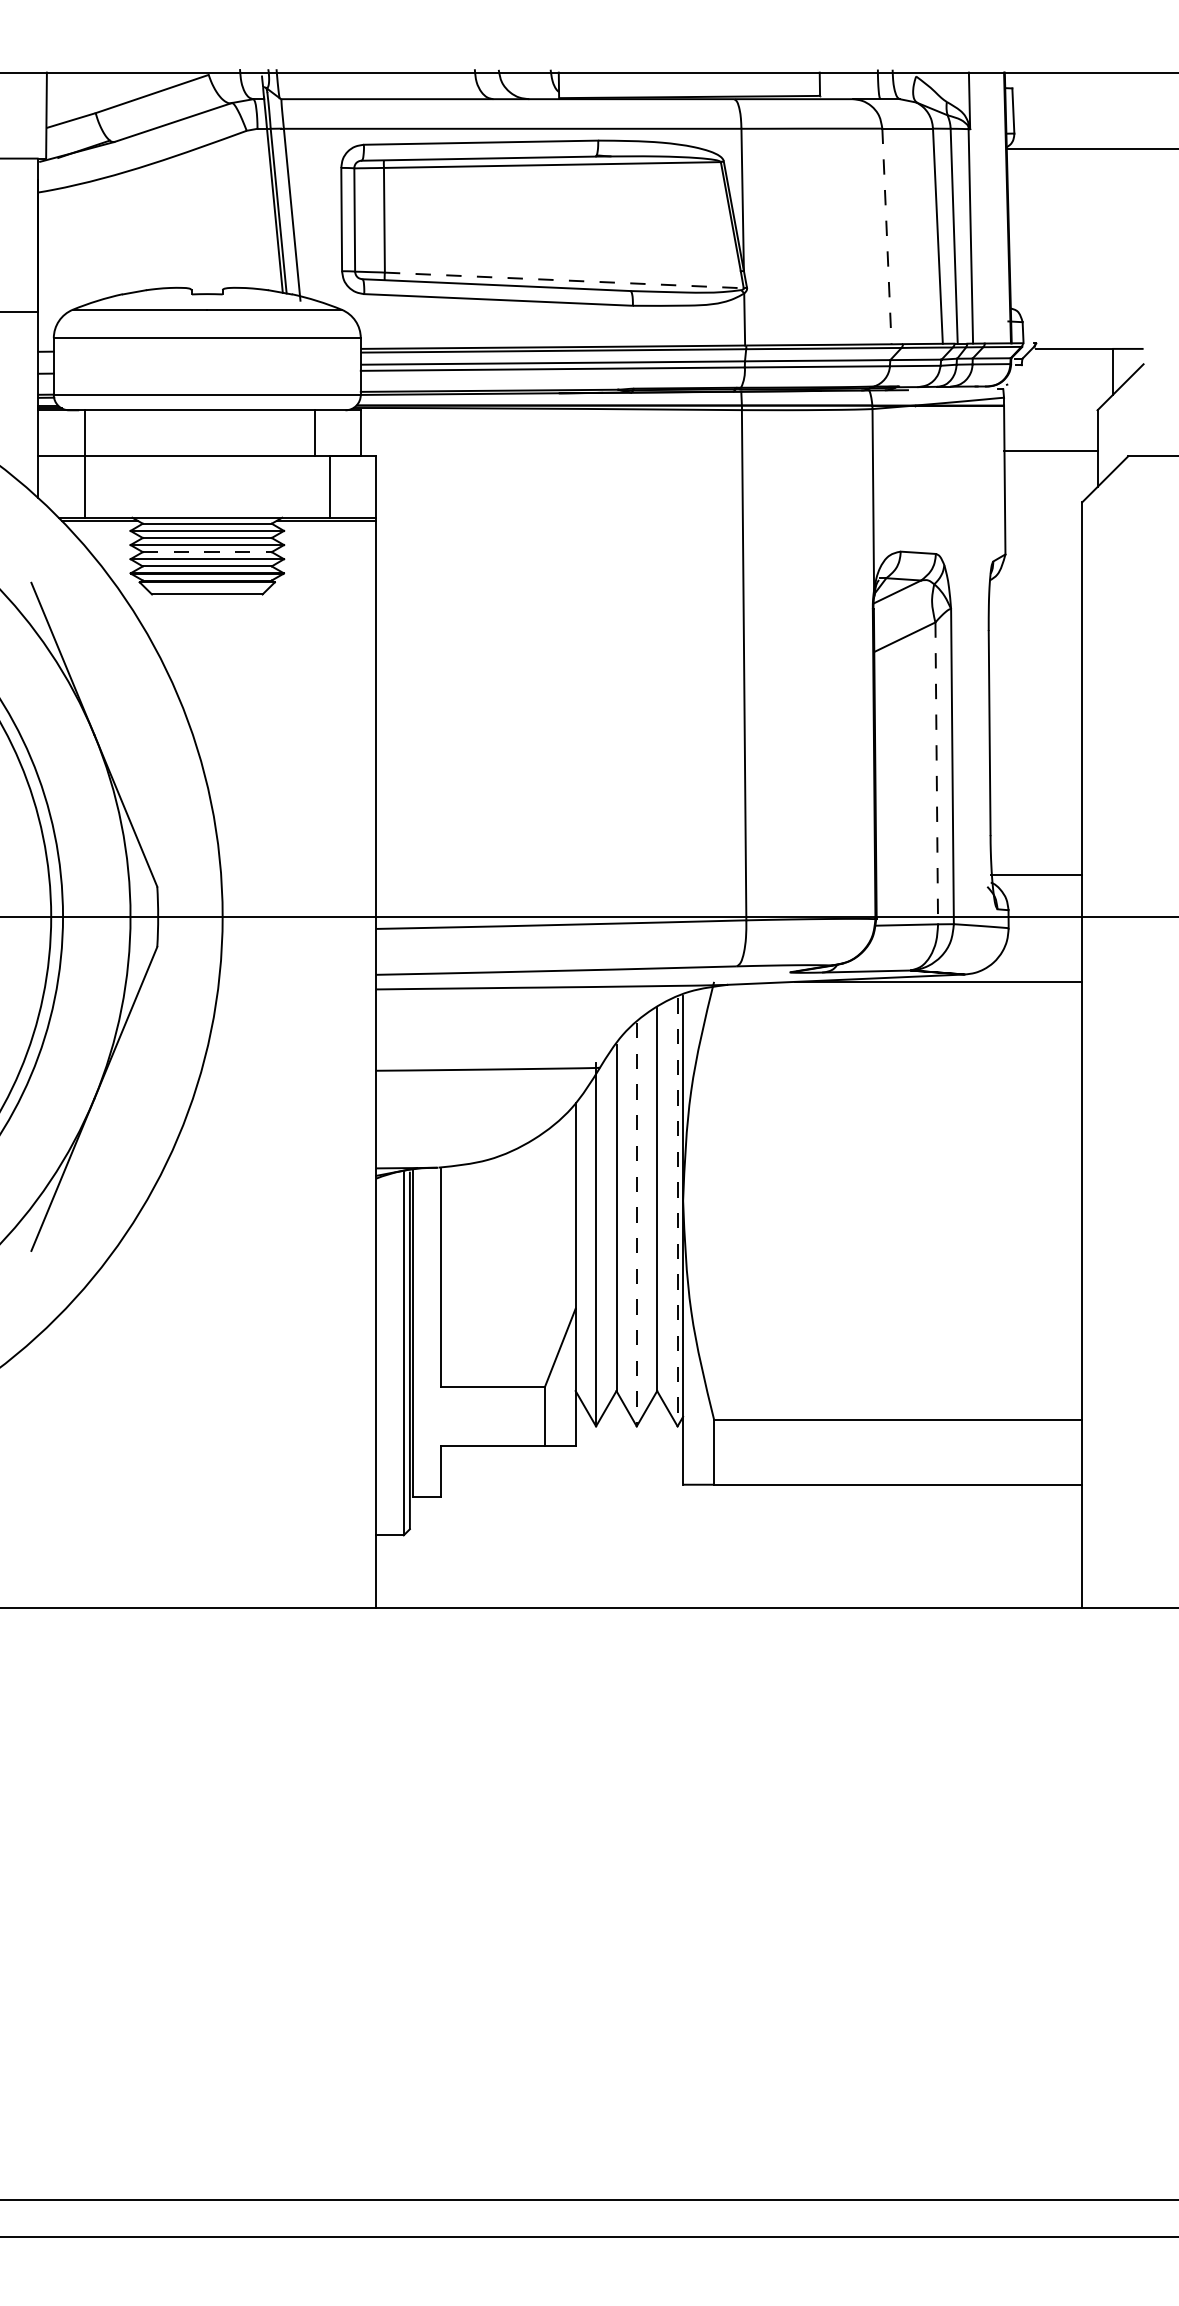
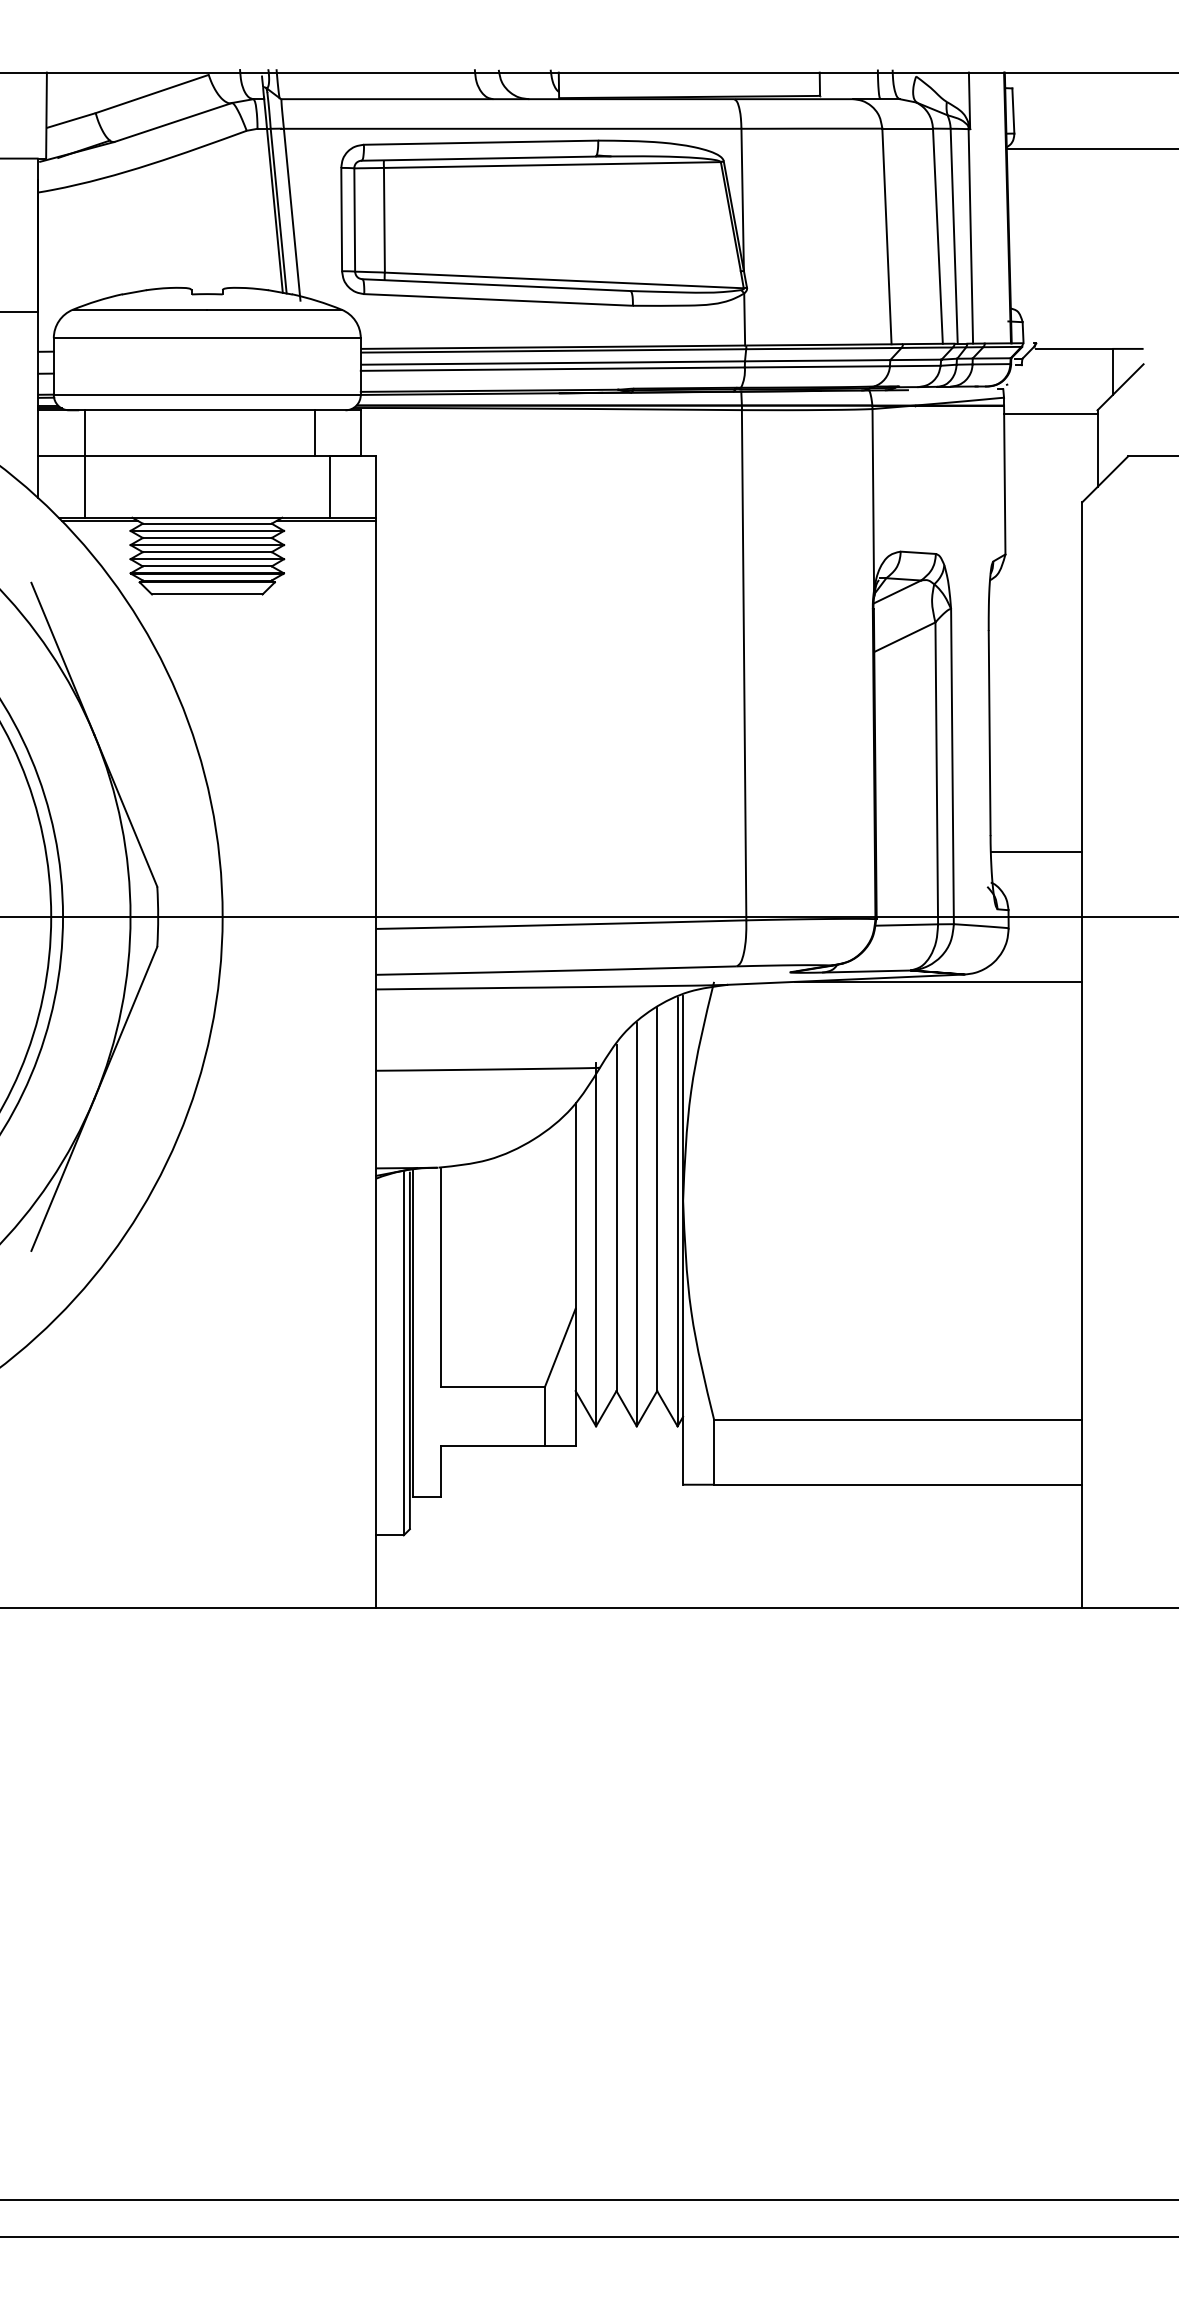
line at (886, 236): dashed -> solid
line at (564, 280): dashed -> solid
line at (1050, 450) position: (1050, 450) -> (1050, 413)
line at (207, 552): dashed -> solid
line at (936, 773): dashed -> solid
line at (1036, 874) position: (1036, 874) -> (1036, 851)
line at (677, 1212): dashed -> solid
line at (636, 1224): dashed -> solid
